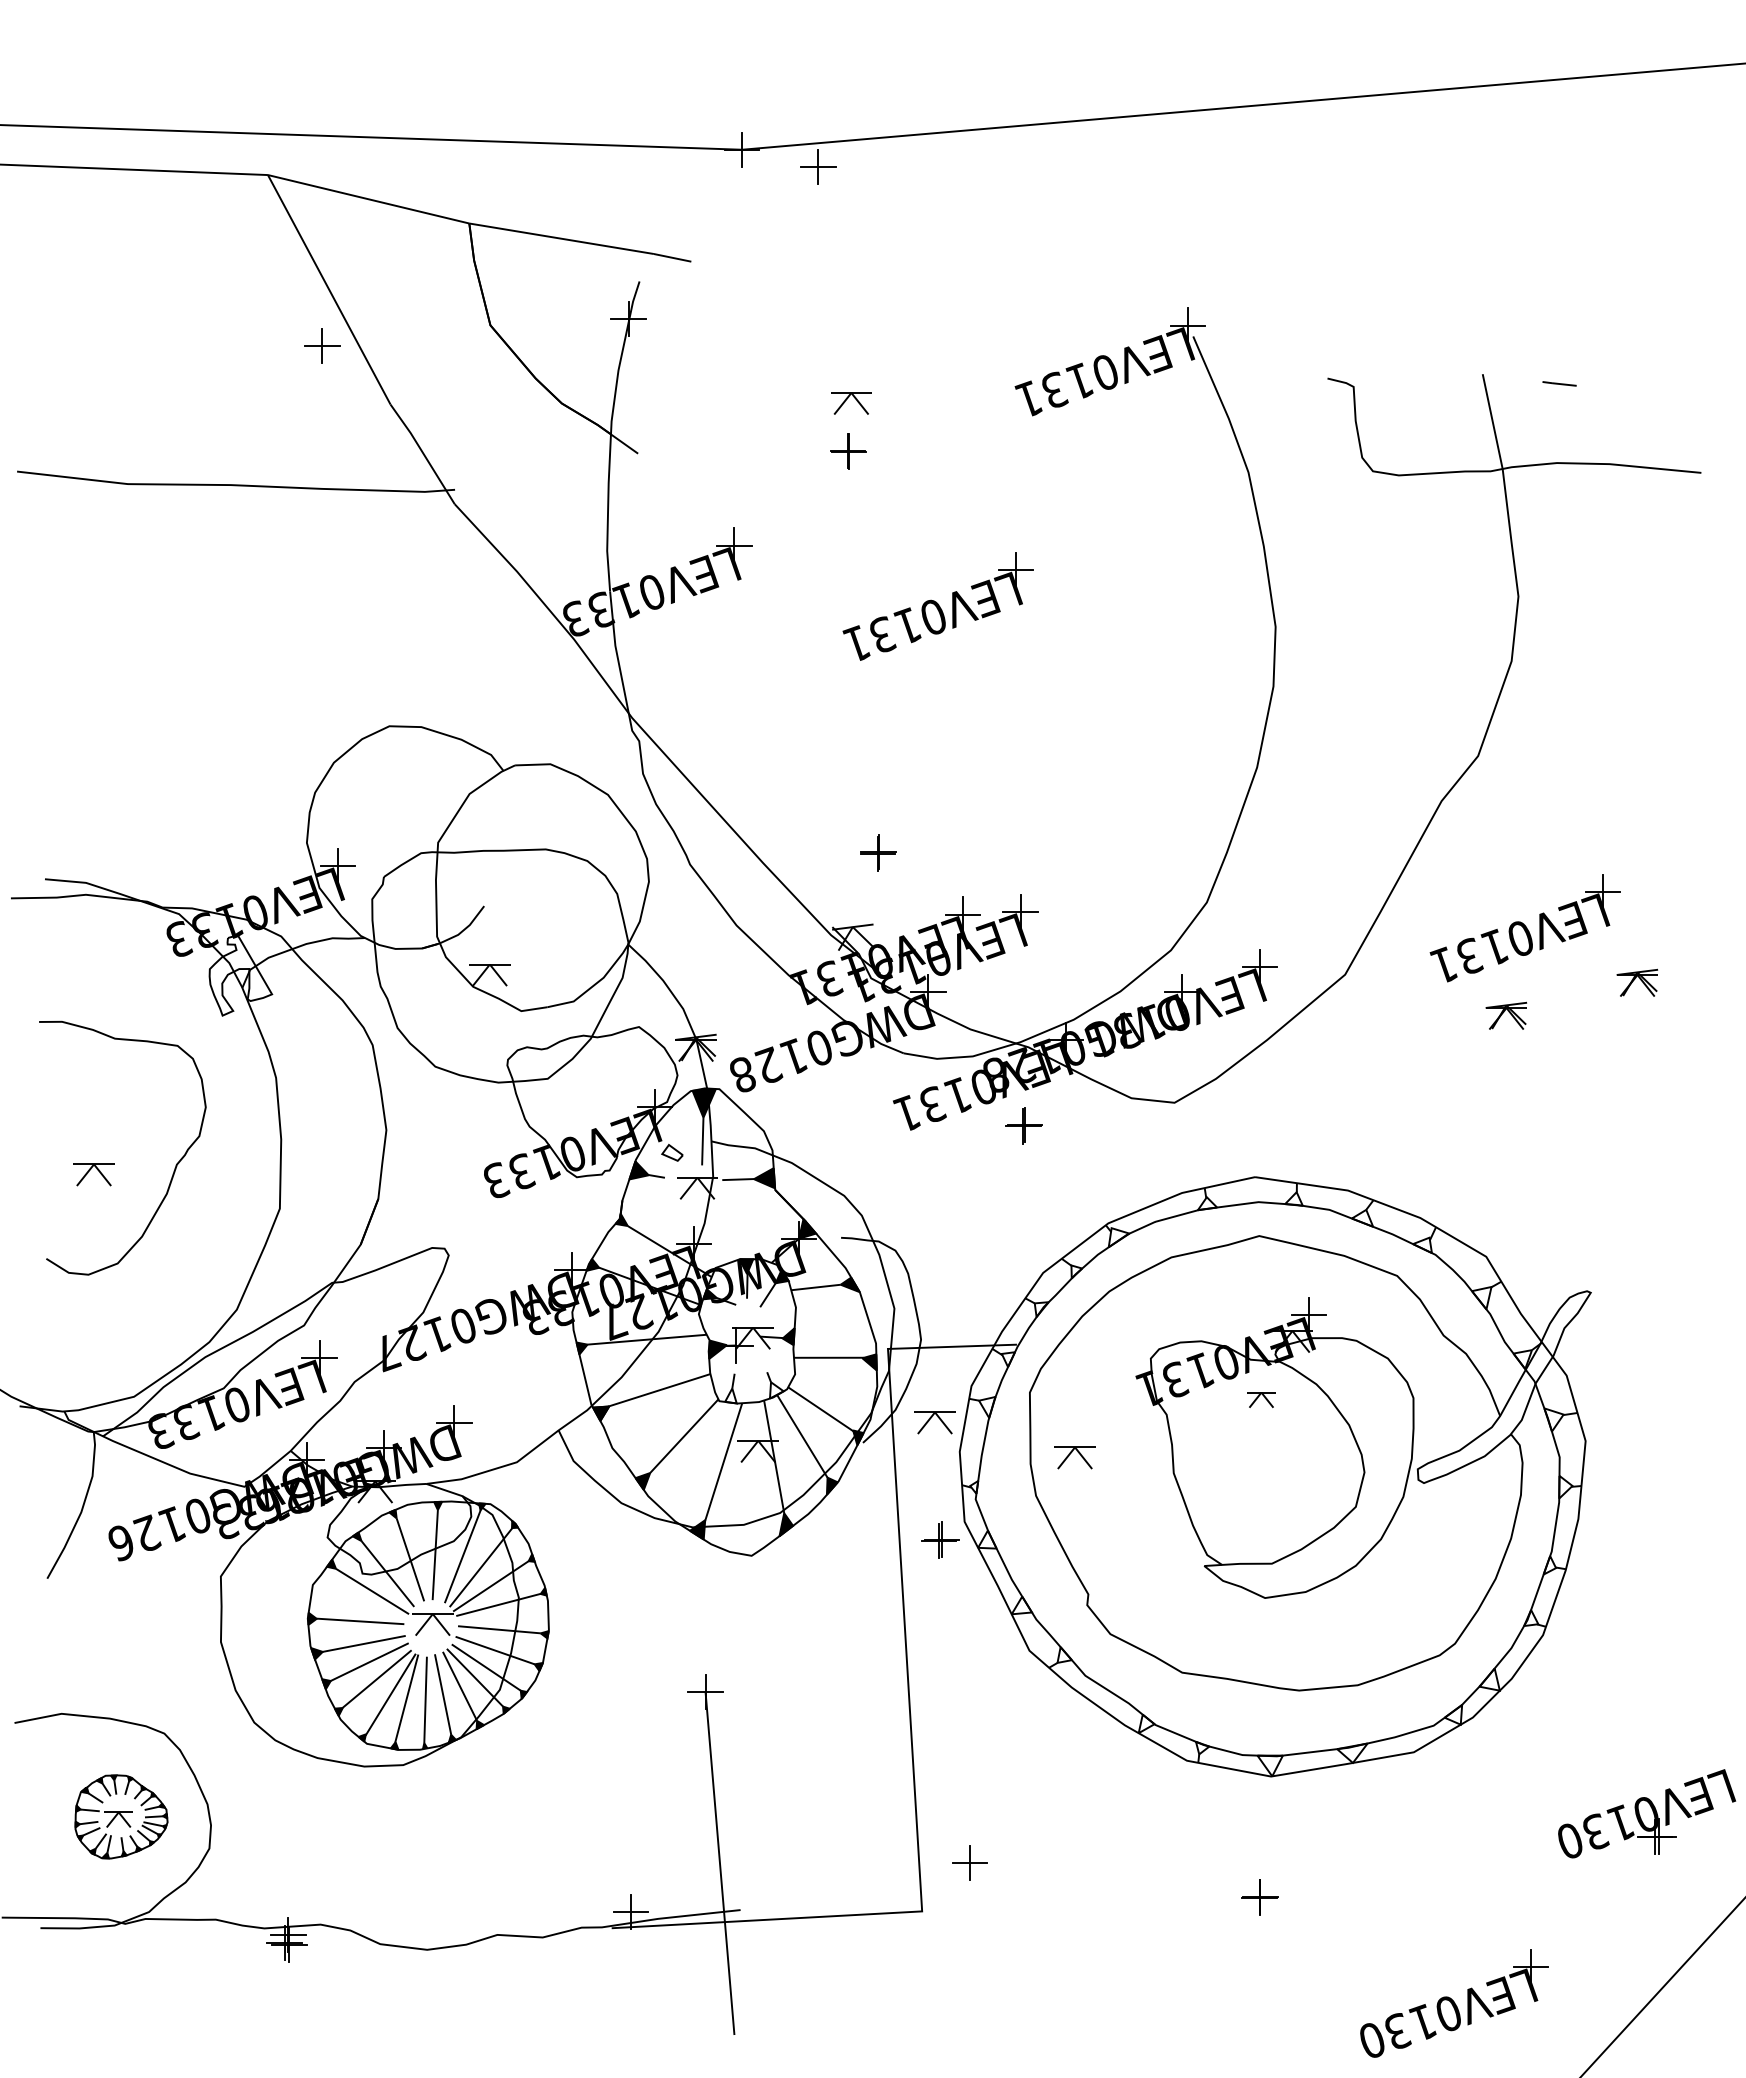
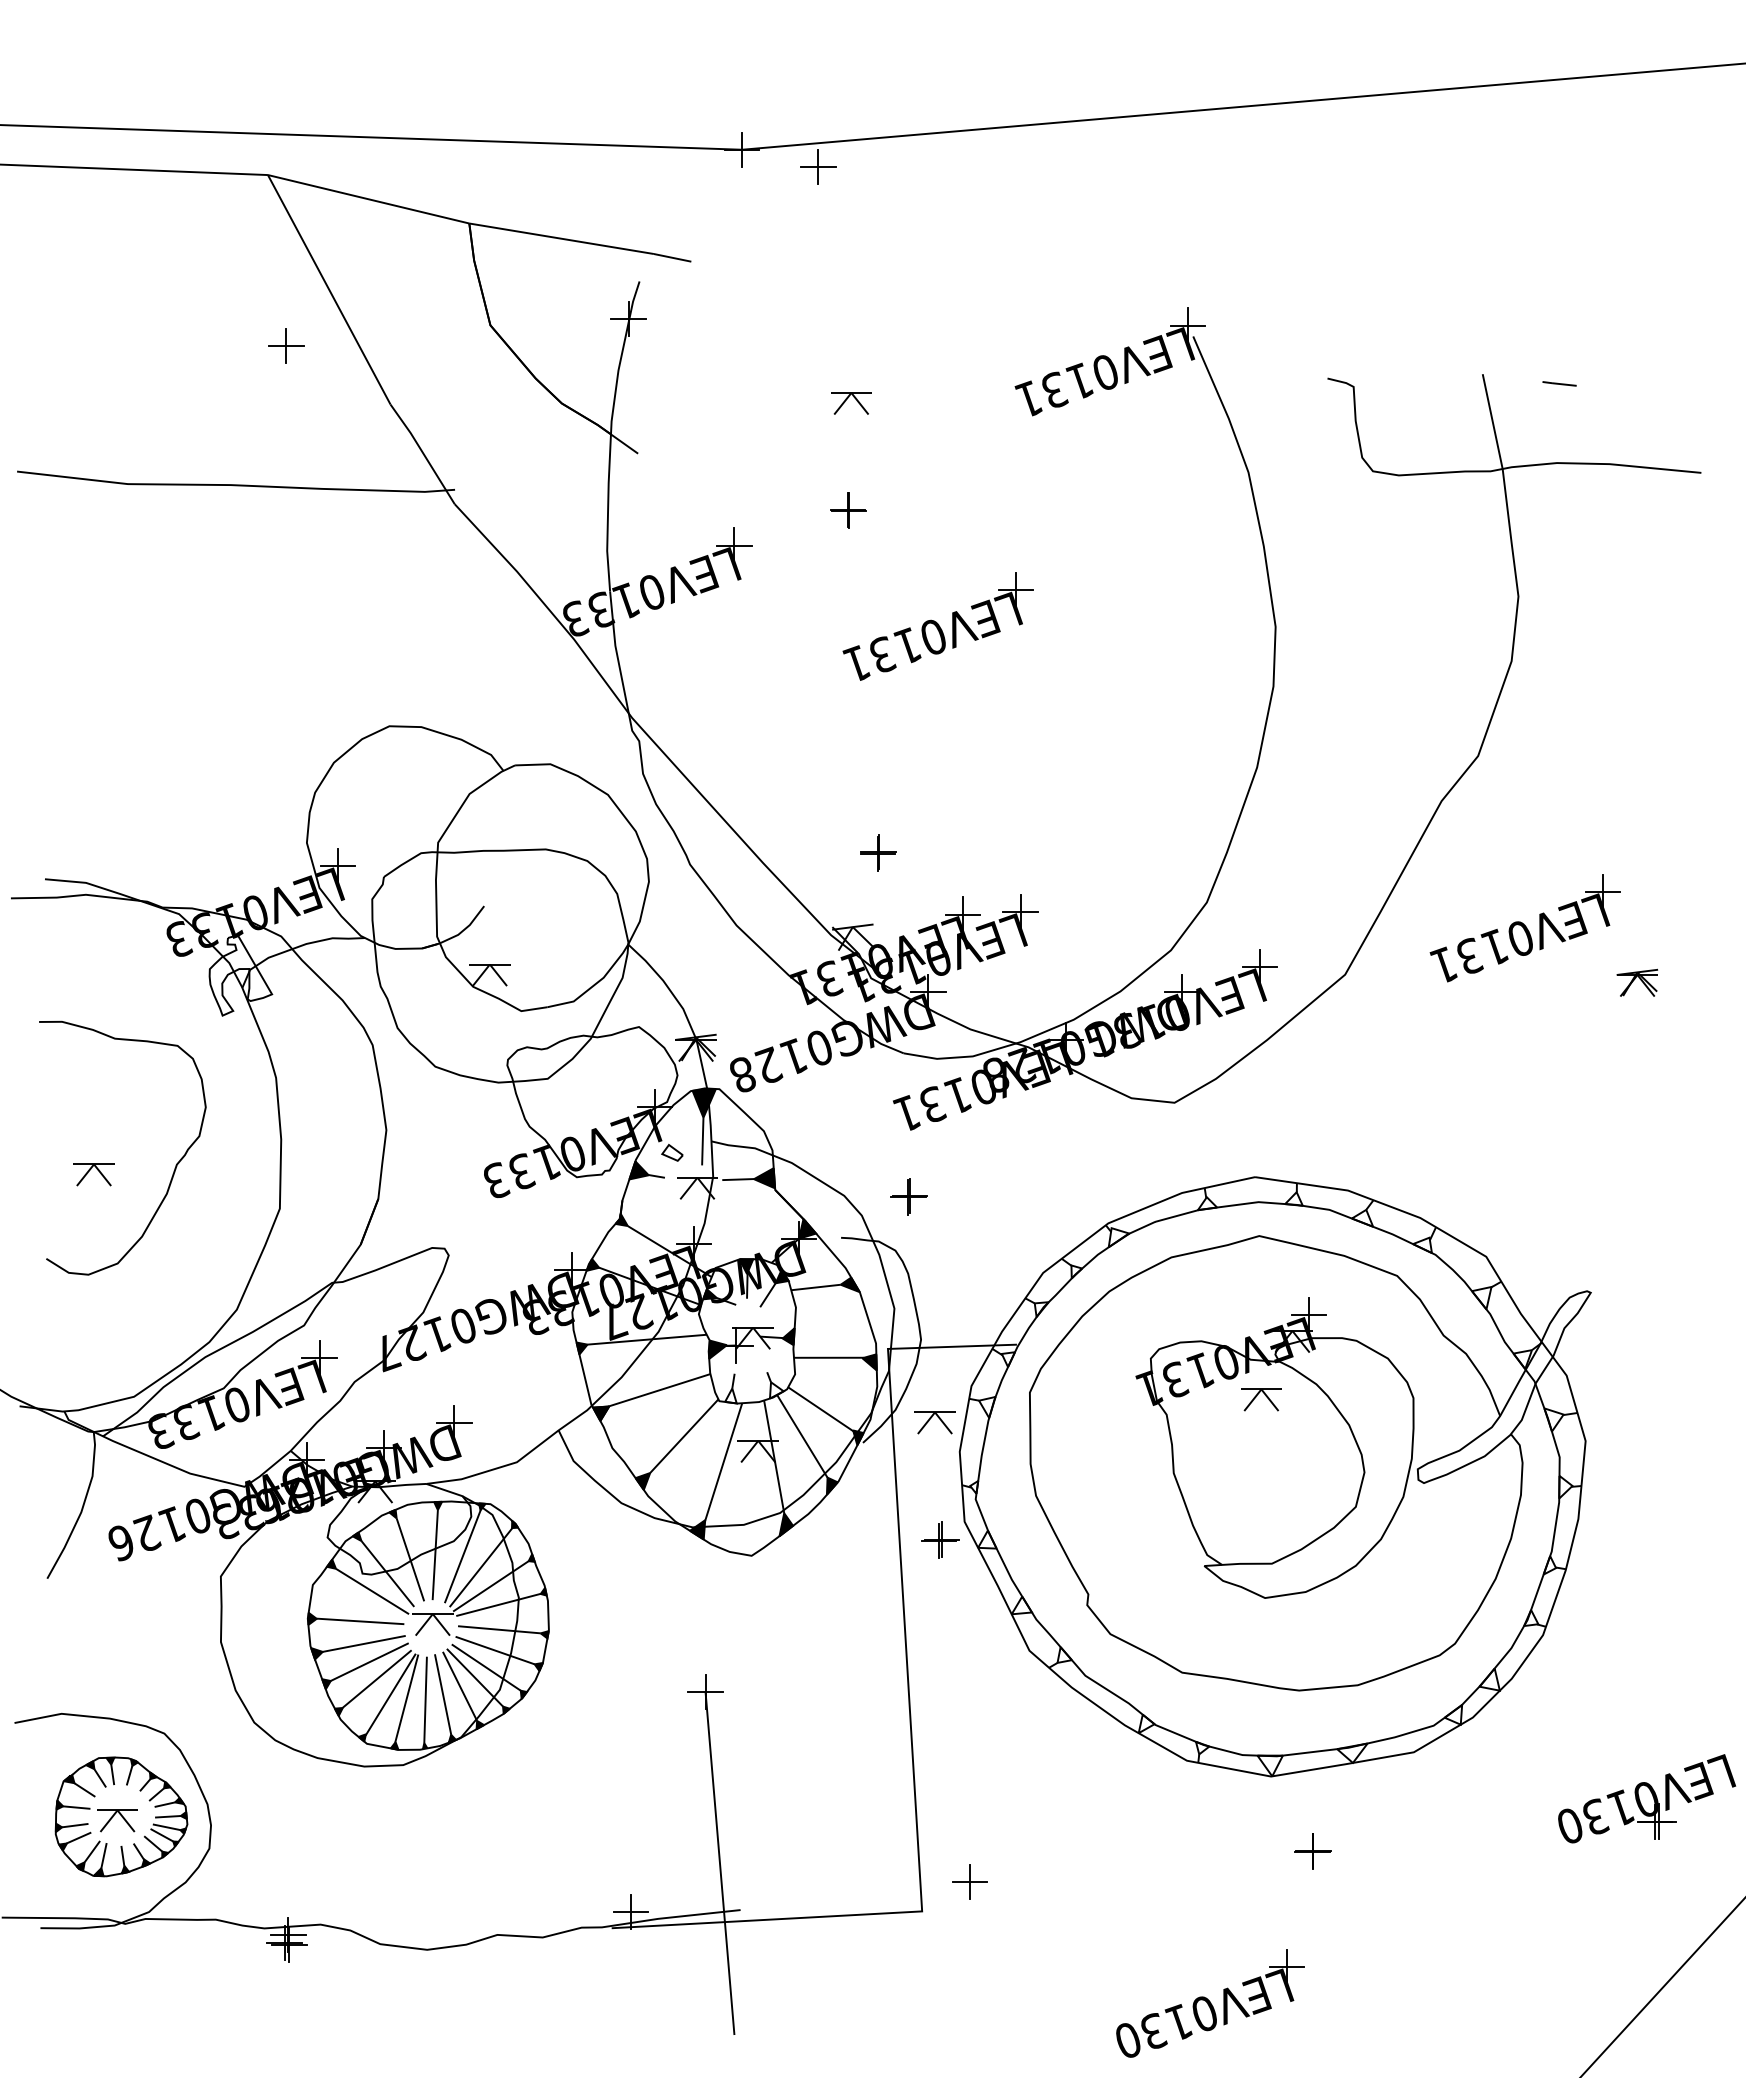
part at (322, 345) position: (322, 345) -> (286, 345)
part at (848, 451) position: (848, 451) -> (848, 510)
part at (937, 606) position: (937, 606) -> (937, 626)
part at (1506, 1015): present -> none
part at (1023, 1125) position: (1023, 1125) -> (908, 1196)
part at (1261, 1399) size: 29x16 px -> 41x24 px
part at (1074, 1457): present -> none
part at (1647, 1813) position: (1647, 1813) -> (1647, 1798)
part at (121, 1816) size: 95x86 px -> 135x122 px
part at (969, 1862) position: (969, 1862) -> (969, 1881)
part at (1259, 1897) position: (1259, 1897) -> (1312, 1851)
part at (1454, 2003) position: (1454, 2003) -> (1210, 2003)
